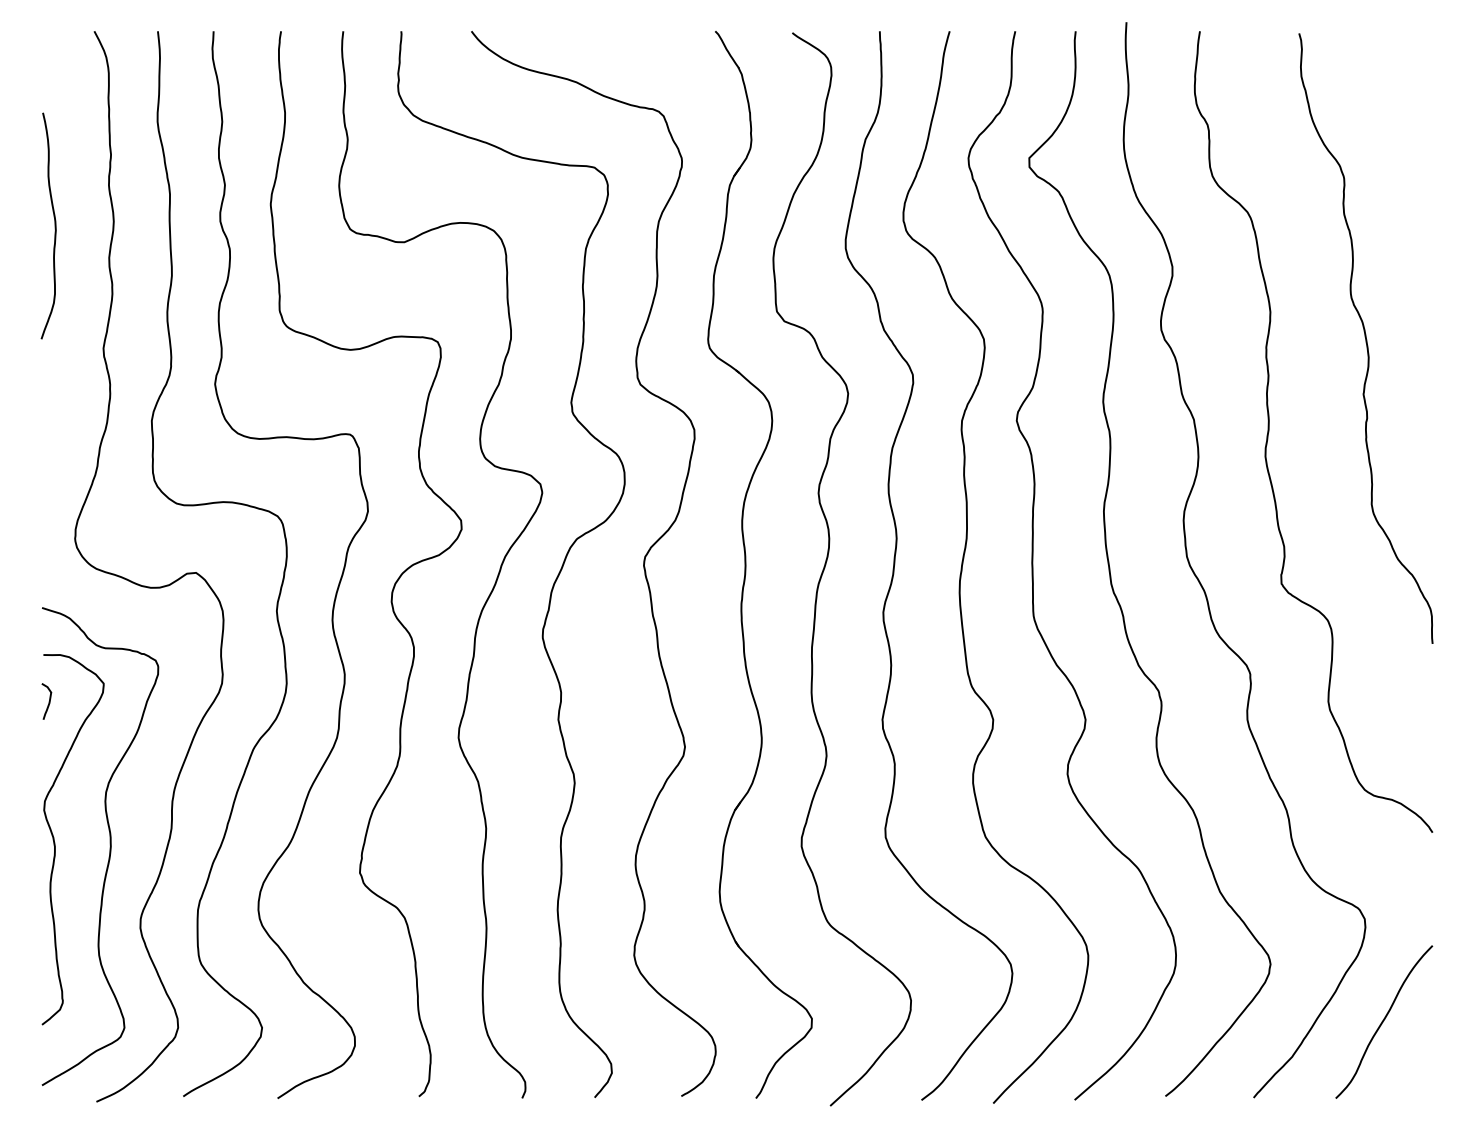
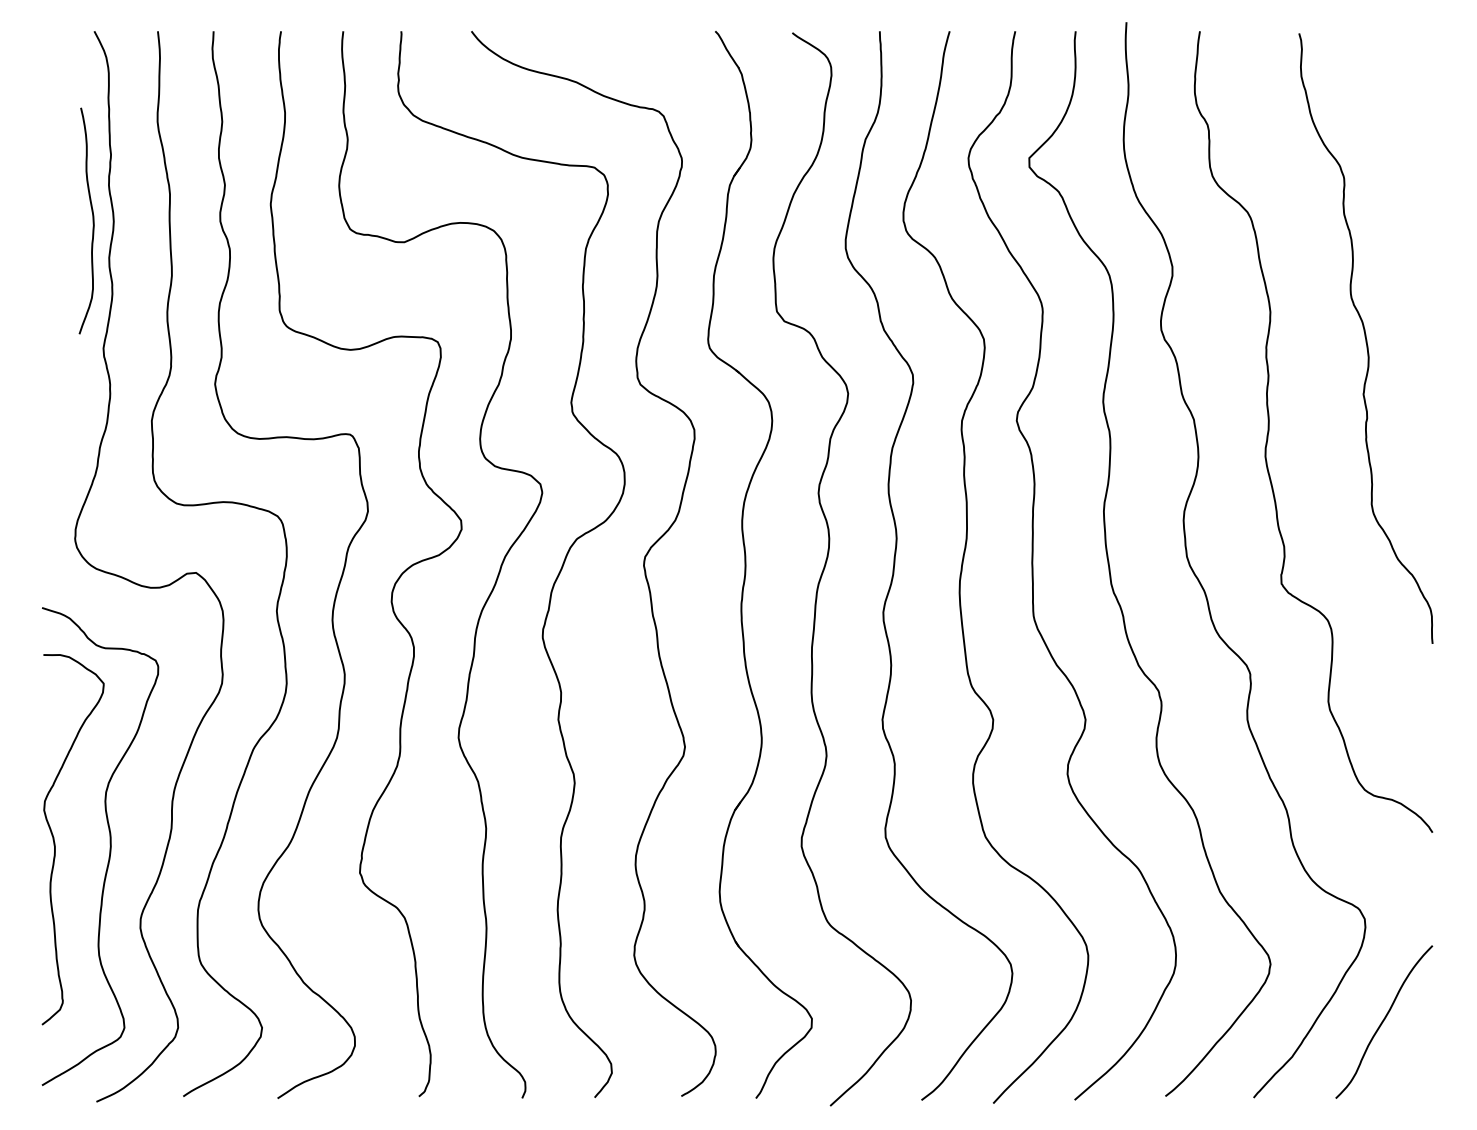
curve at (54, 225) position: (54, 225) -> (92, 220)
curve at (48, 701): present -> none
